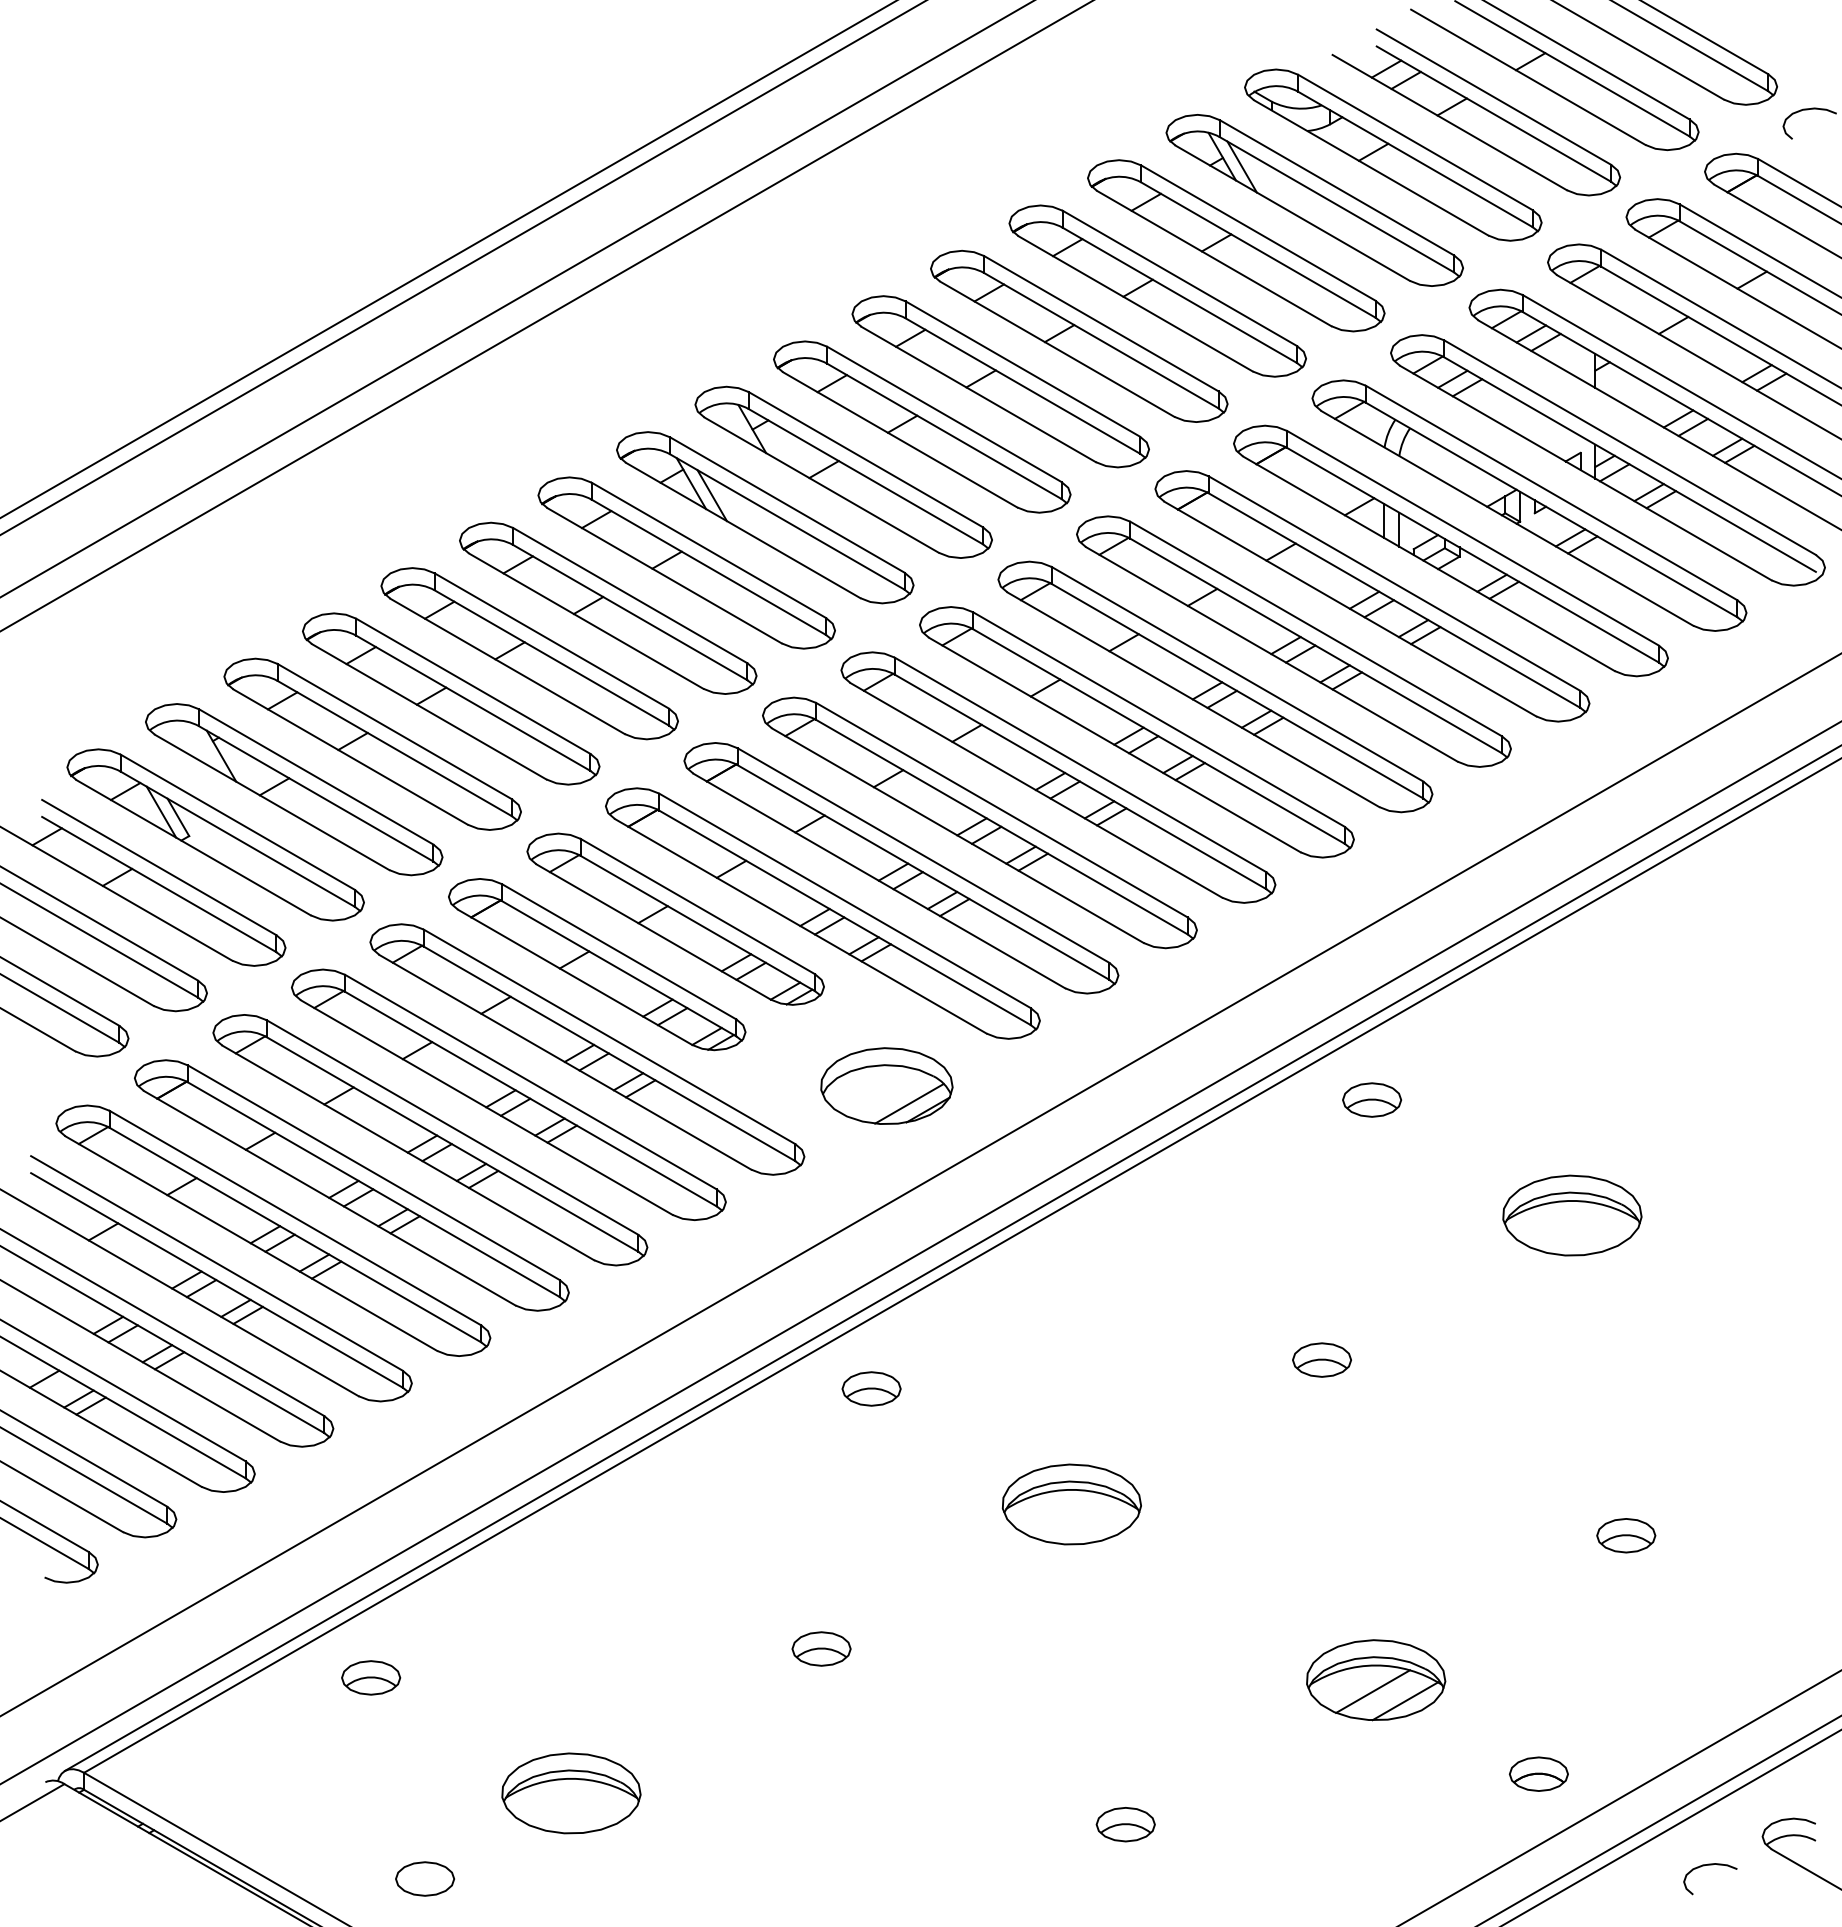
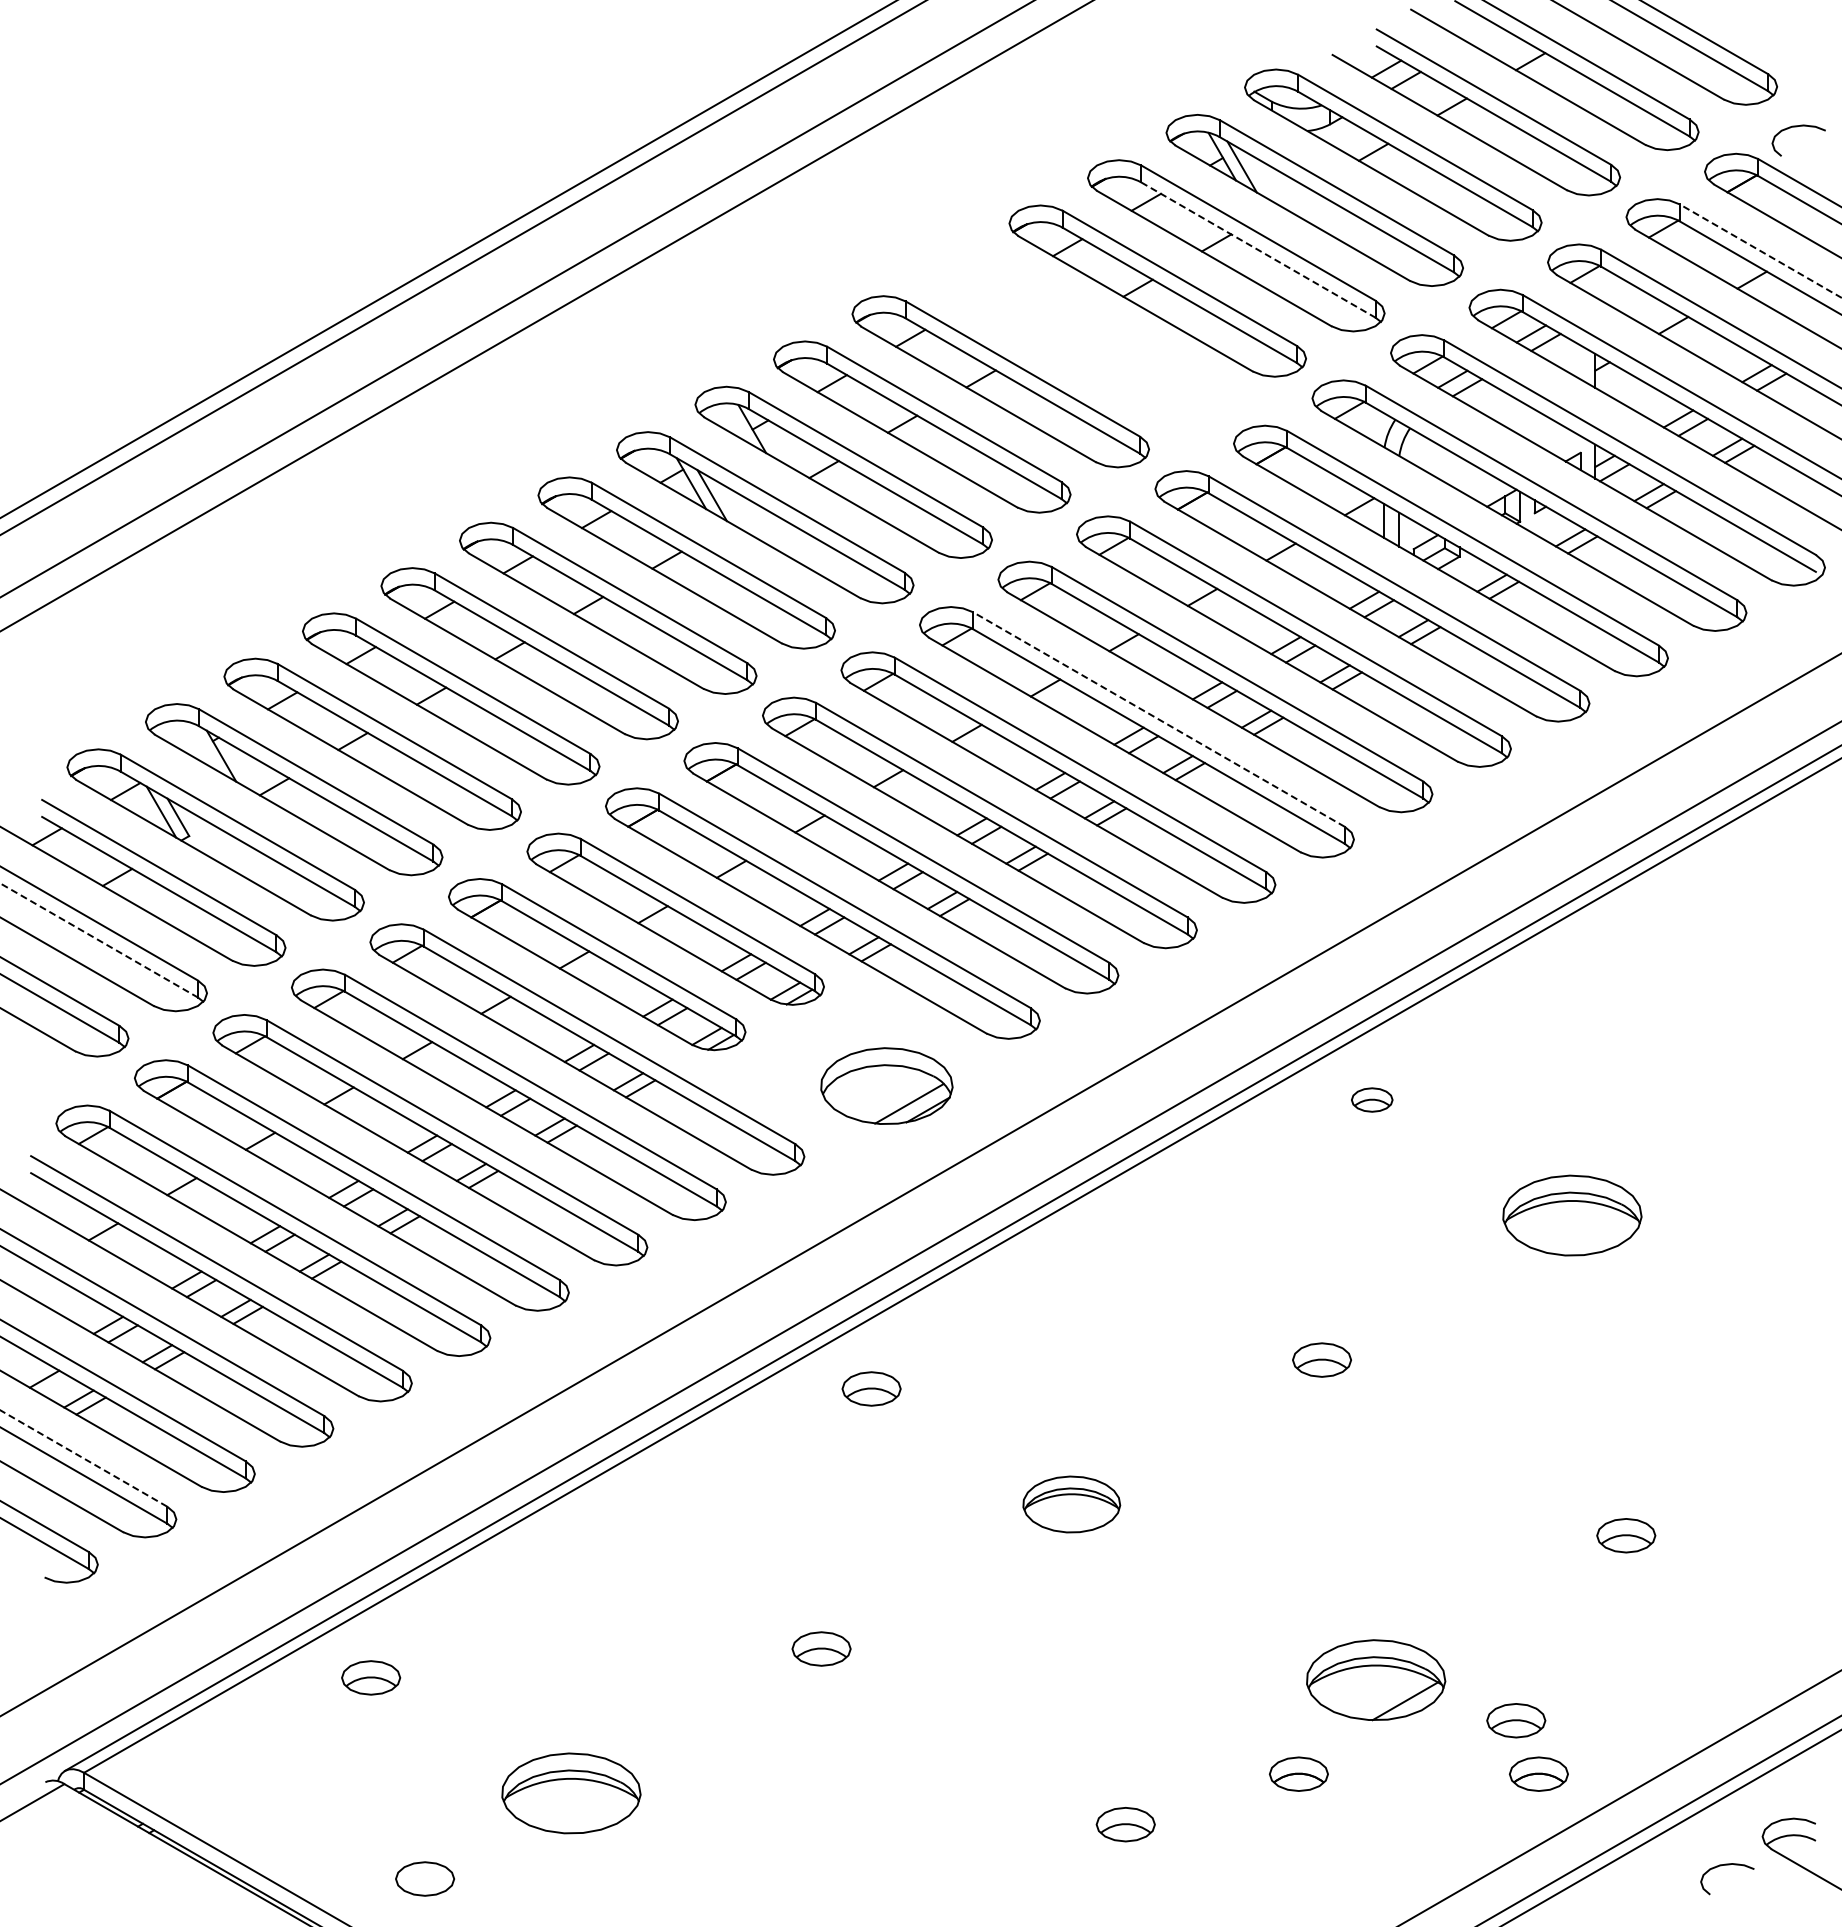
curve at (1808, 110) position: (1808, 110) -> (1797, 127)
line at (1258, 250): solid -> dashed
line at (1760, 250): solid -> dashed
part at (1079, 335): present -> none
line at (1159, 719): solid -> dashed
line at (99, 940): solid -> dashed
part at (1372, 1099) size: 61x36 px -> 43x26 px
line at (83, 1458): solid -> dashed
part at (1071, 1504) size: 141x83 px -> 100x59 px
line at (1372, 1691): present -> none
part at (1516, 1720): none -> present
part at (1298, 1773): none -> present
curve at (1710, 1865) position: (1710, 1865) -> (1727, 1865)
